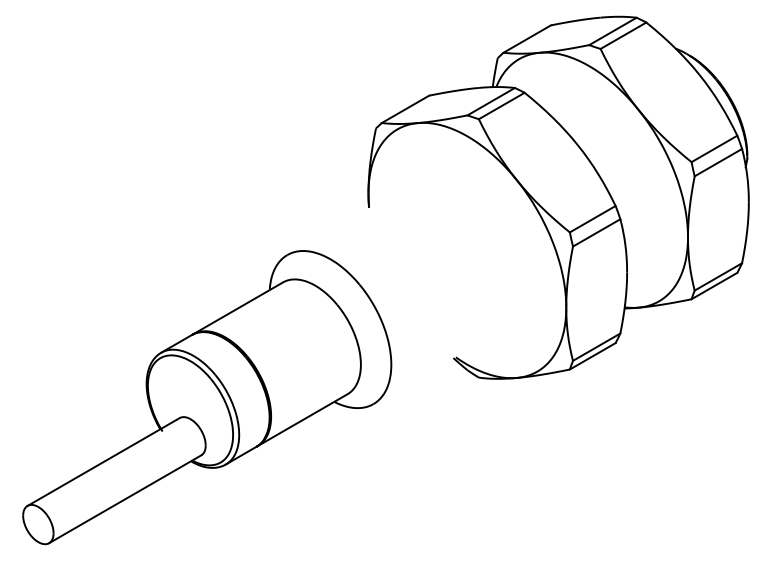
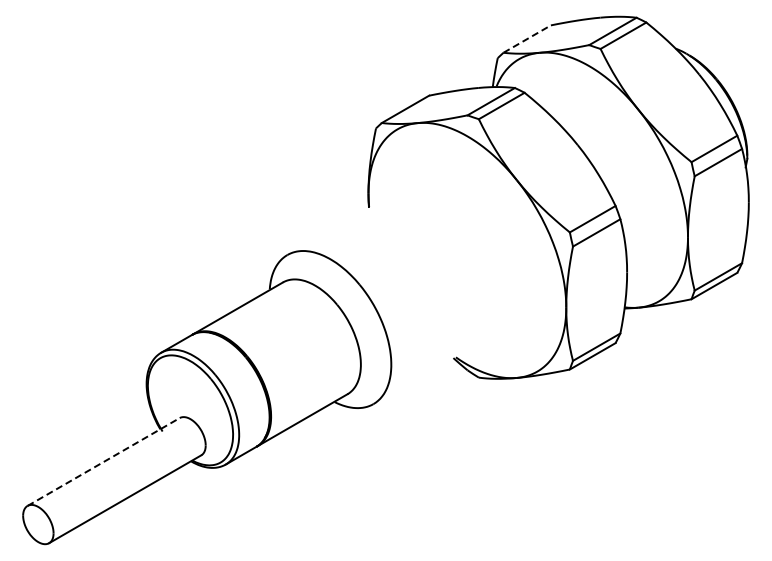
line at (527, 38): solid -> dashed
line at (103, 462): solid -> dashed
